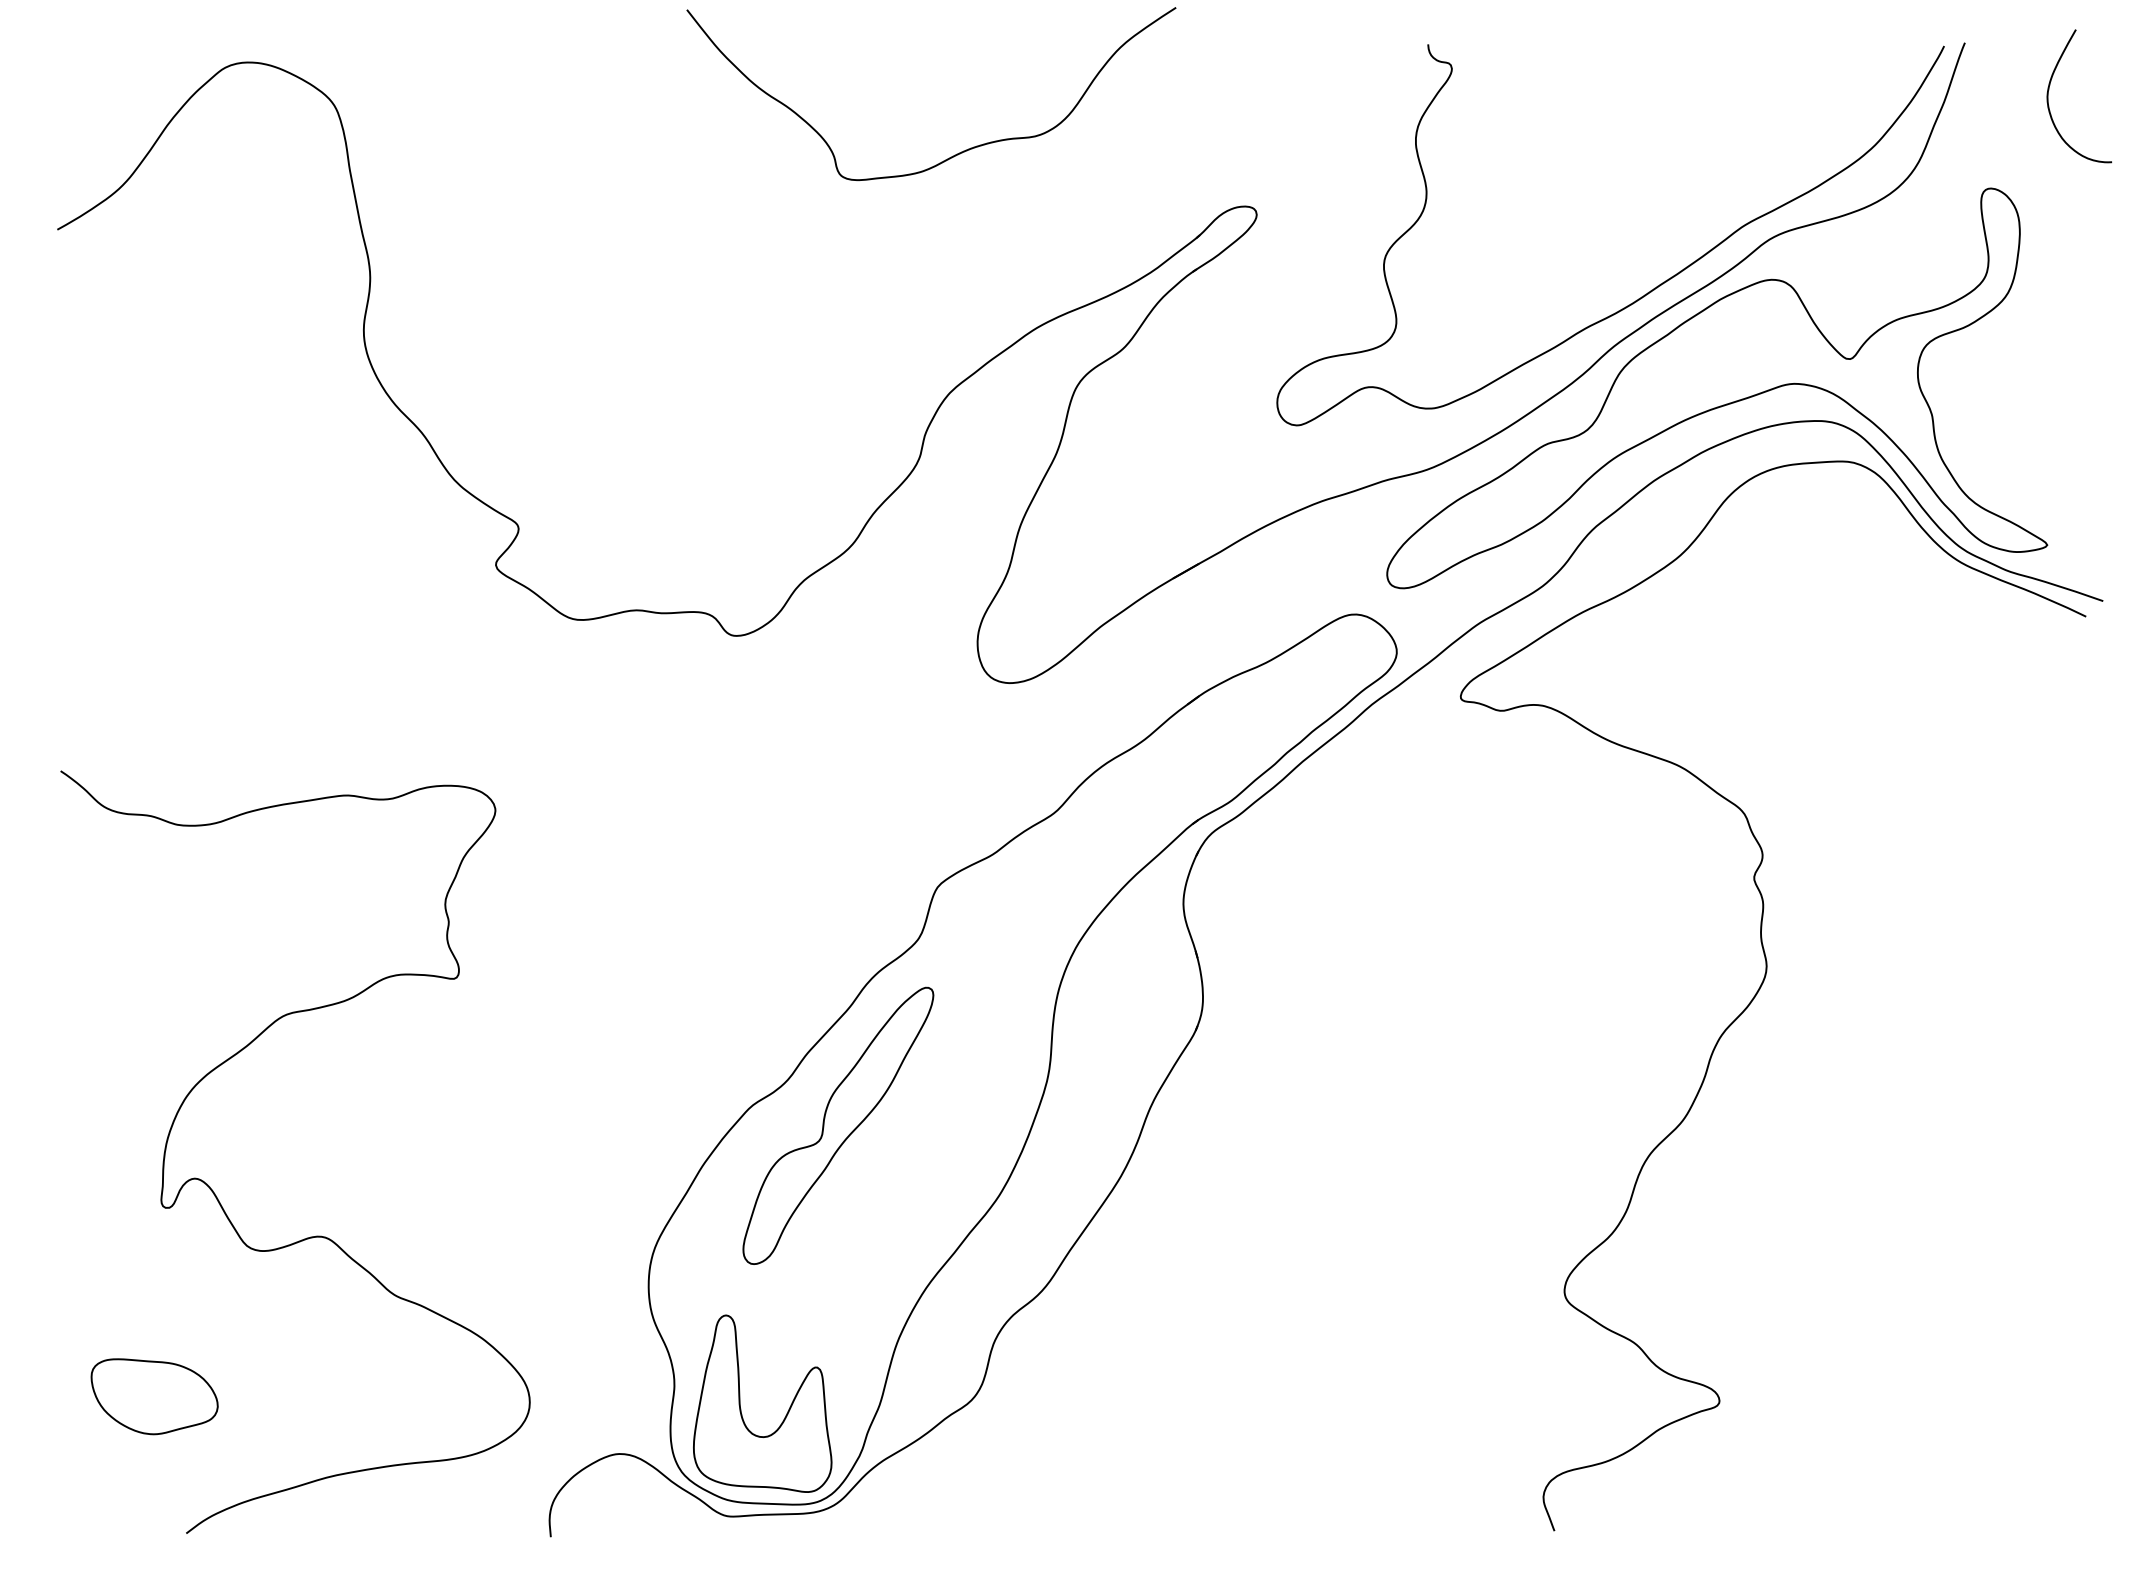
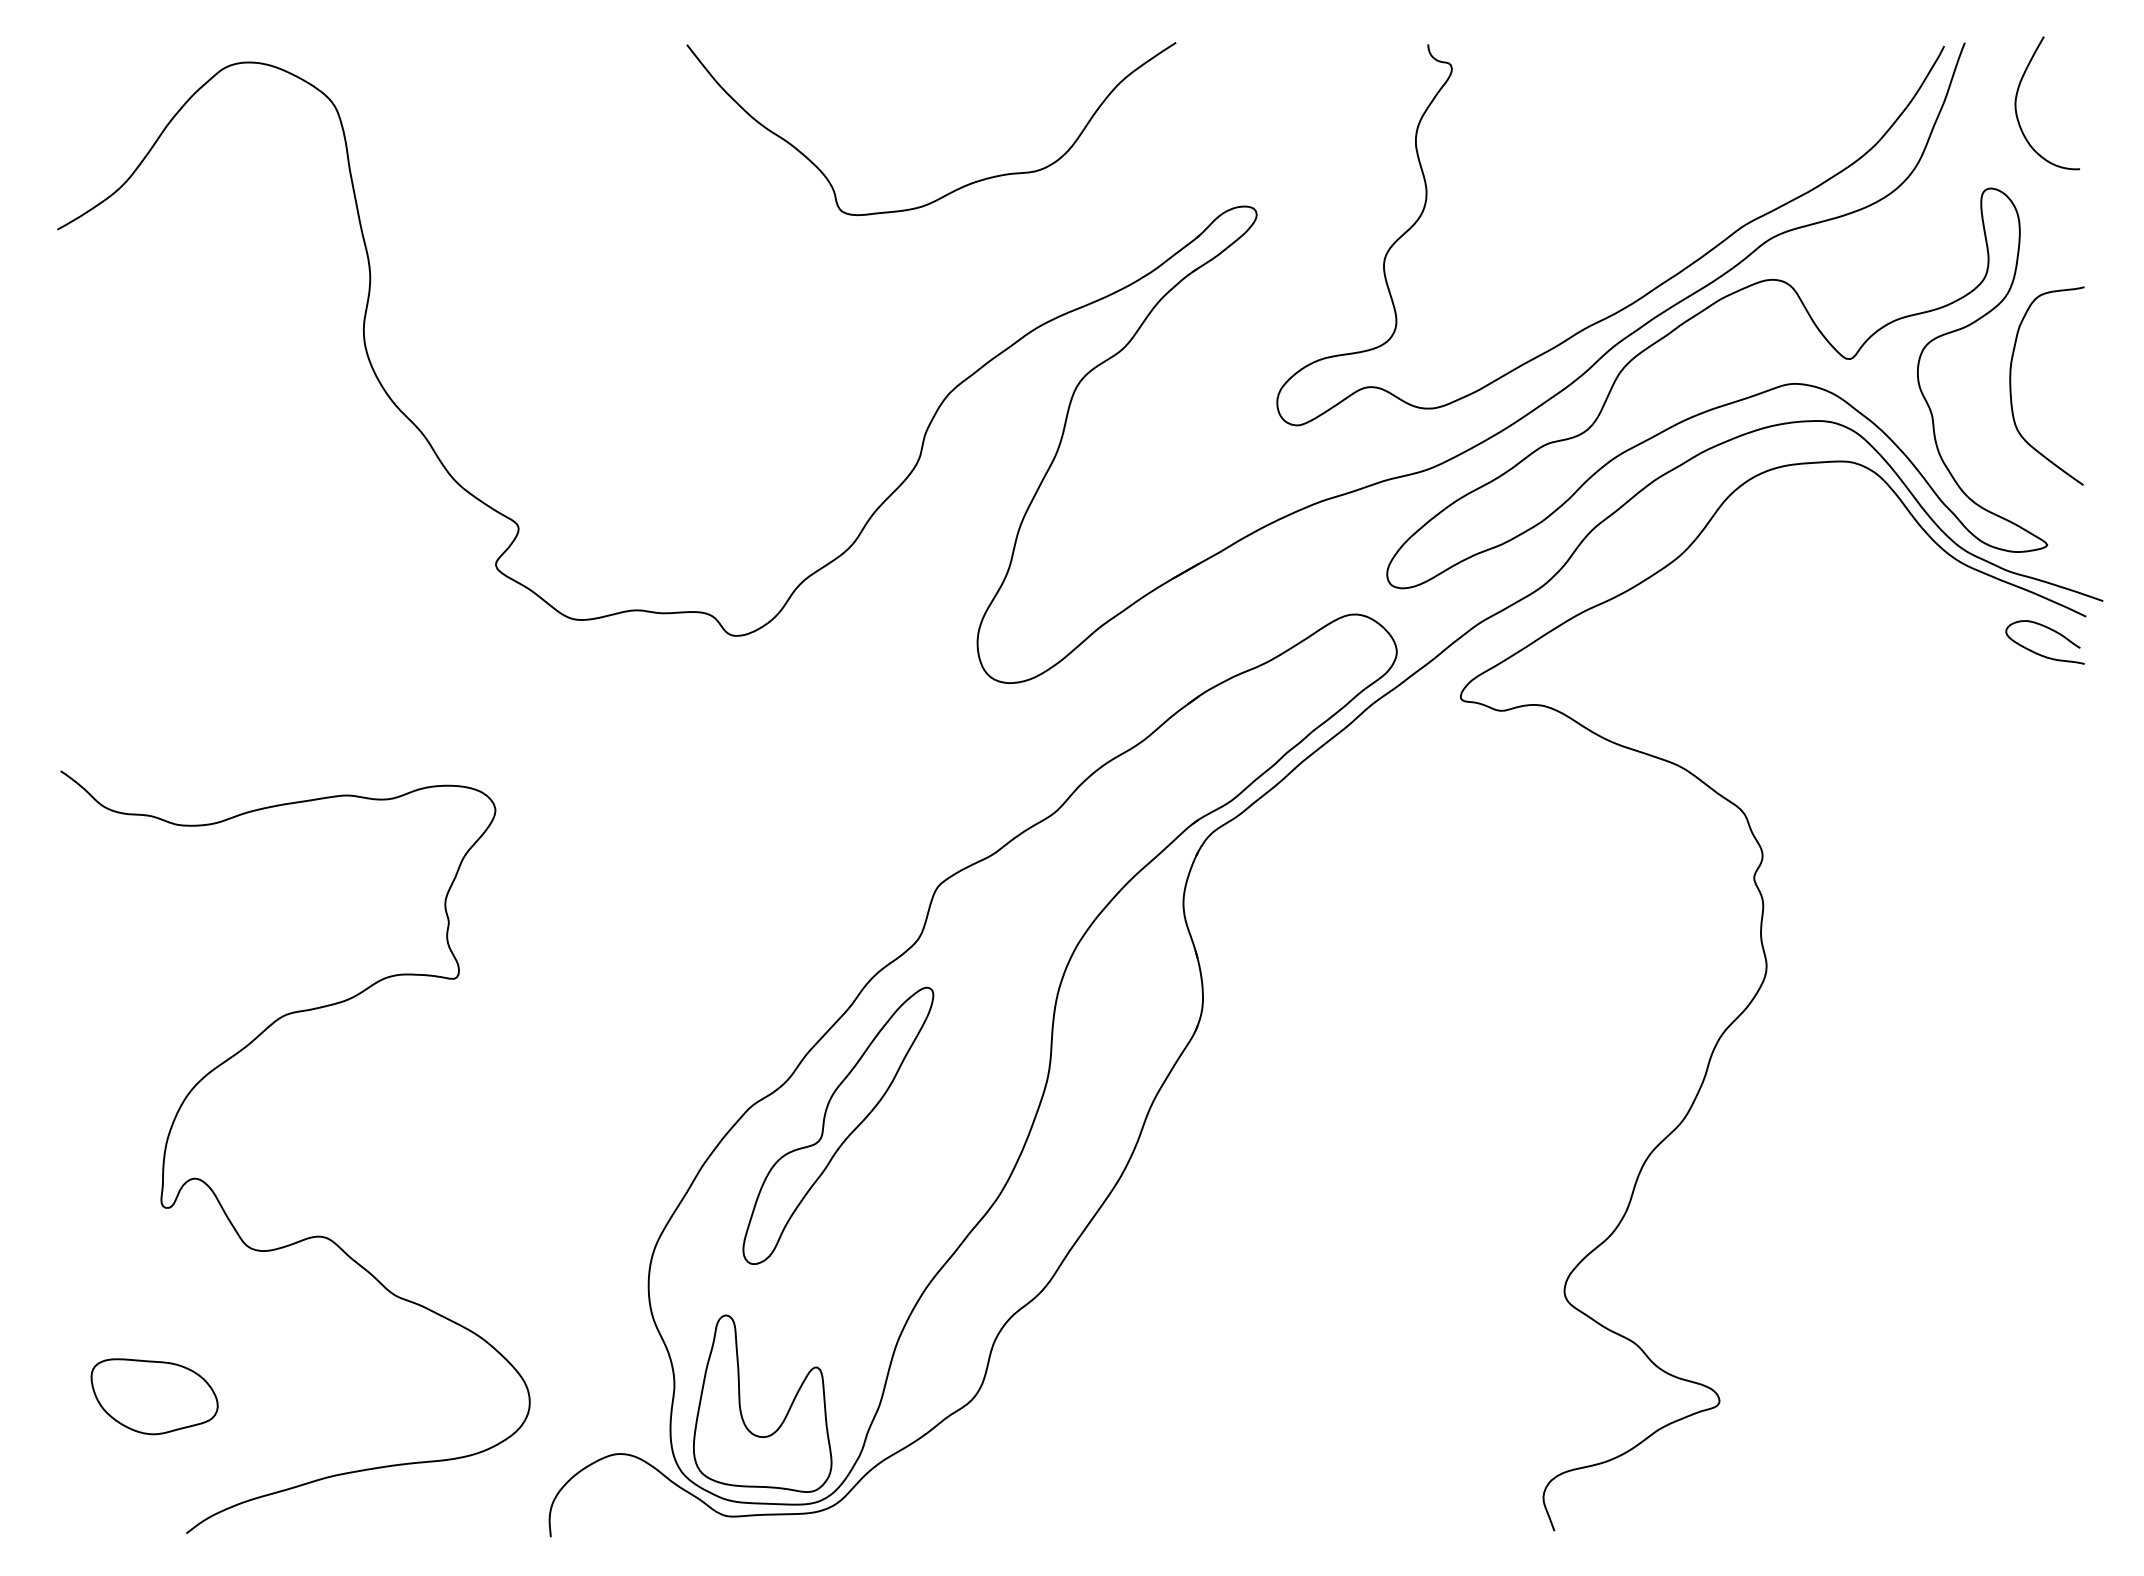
curve at (2049, 90) position: (2049, 90) -> (2017, 97)
curve at (959, 152) position: (959, 152) -> (959, 187)
curve at (2011, 385): none -> present
curve at (2039, 653): none -> present
